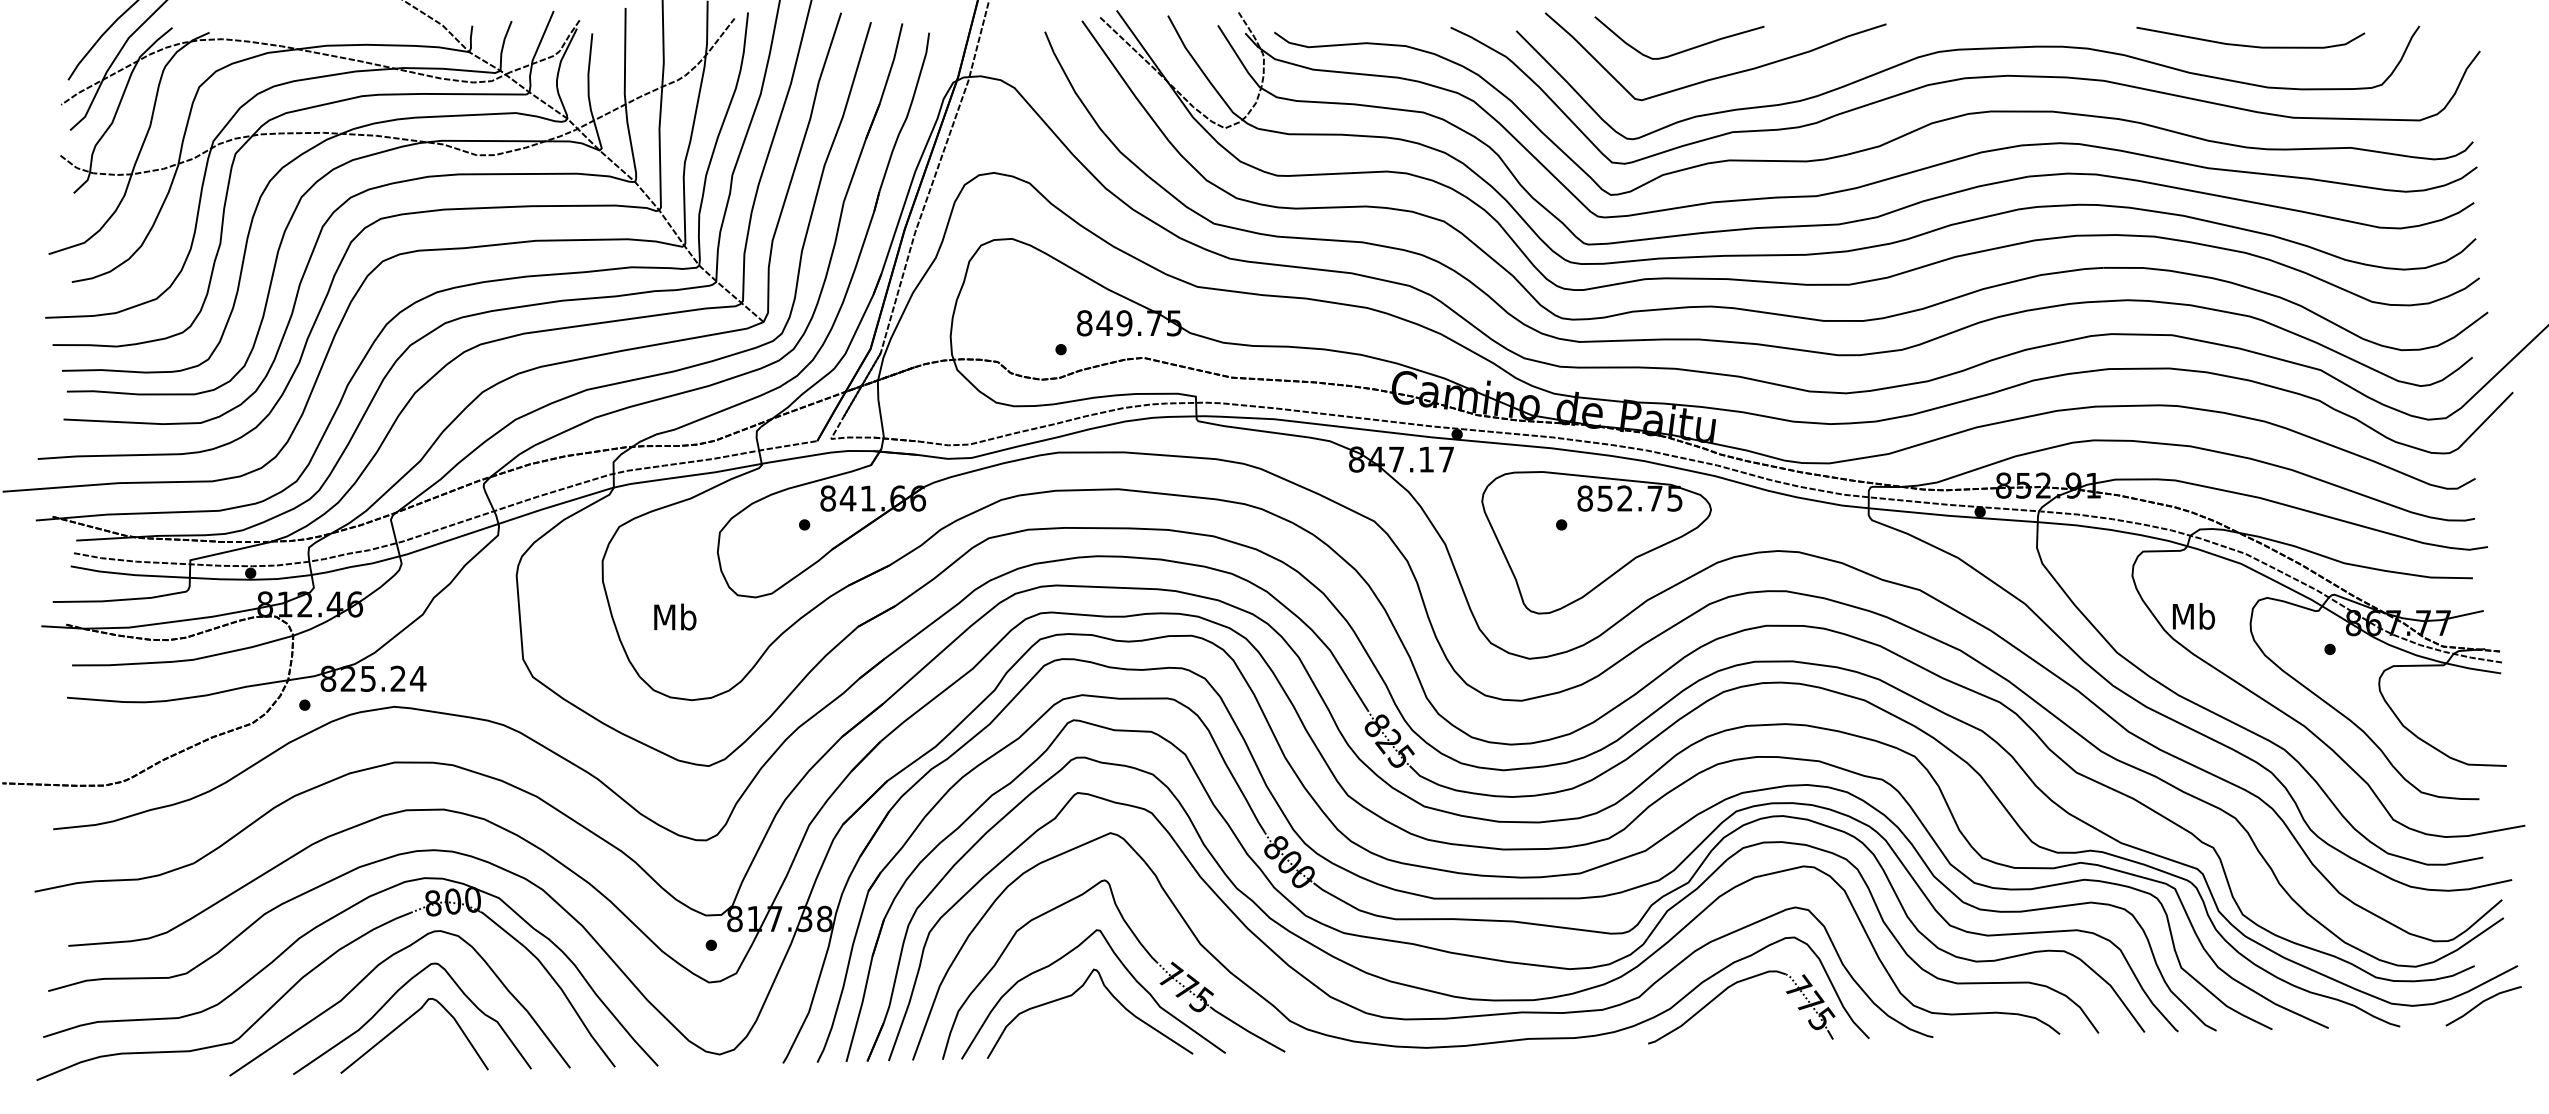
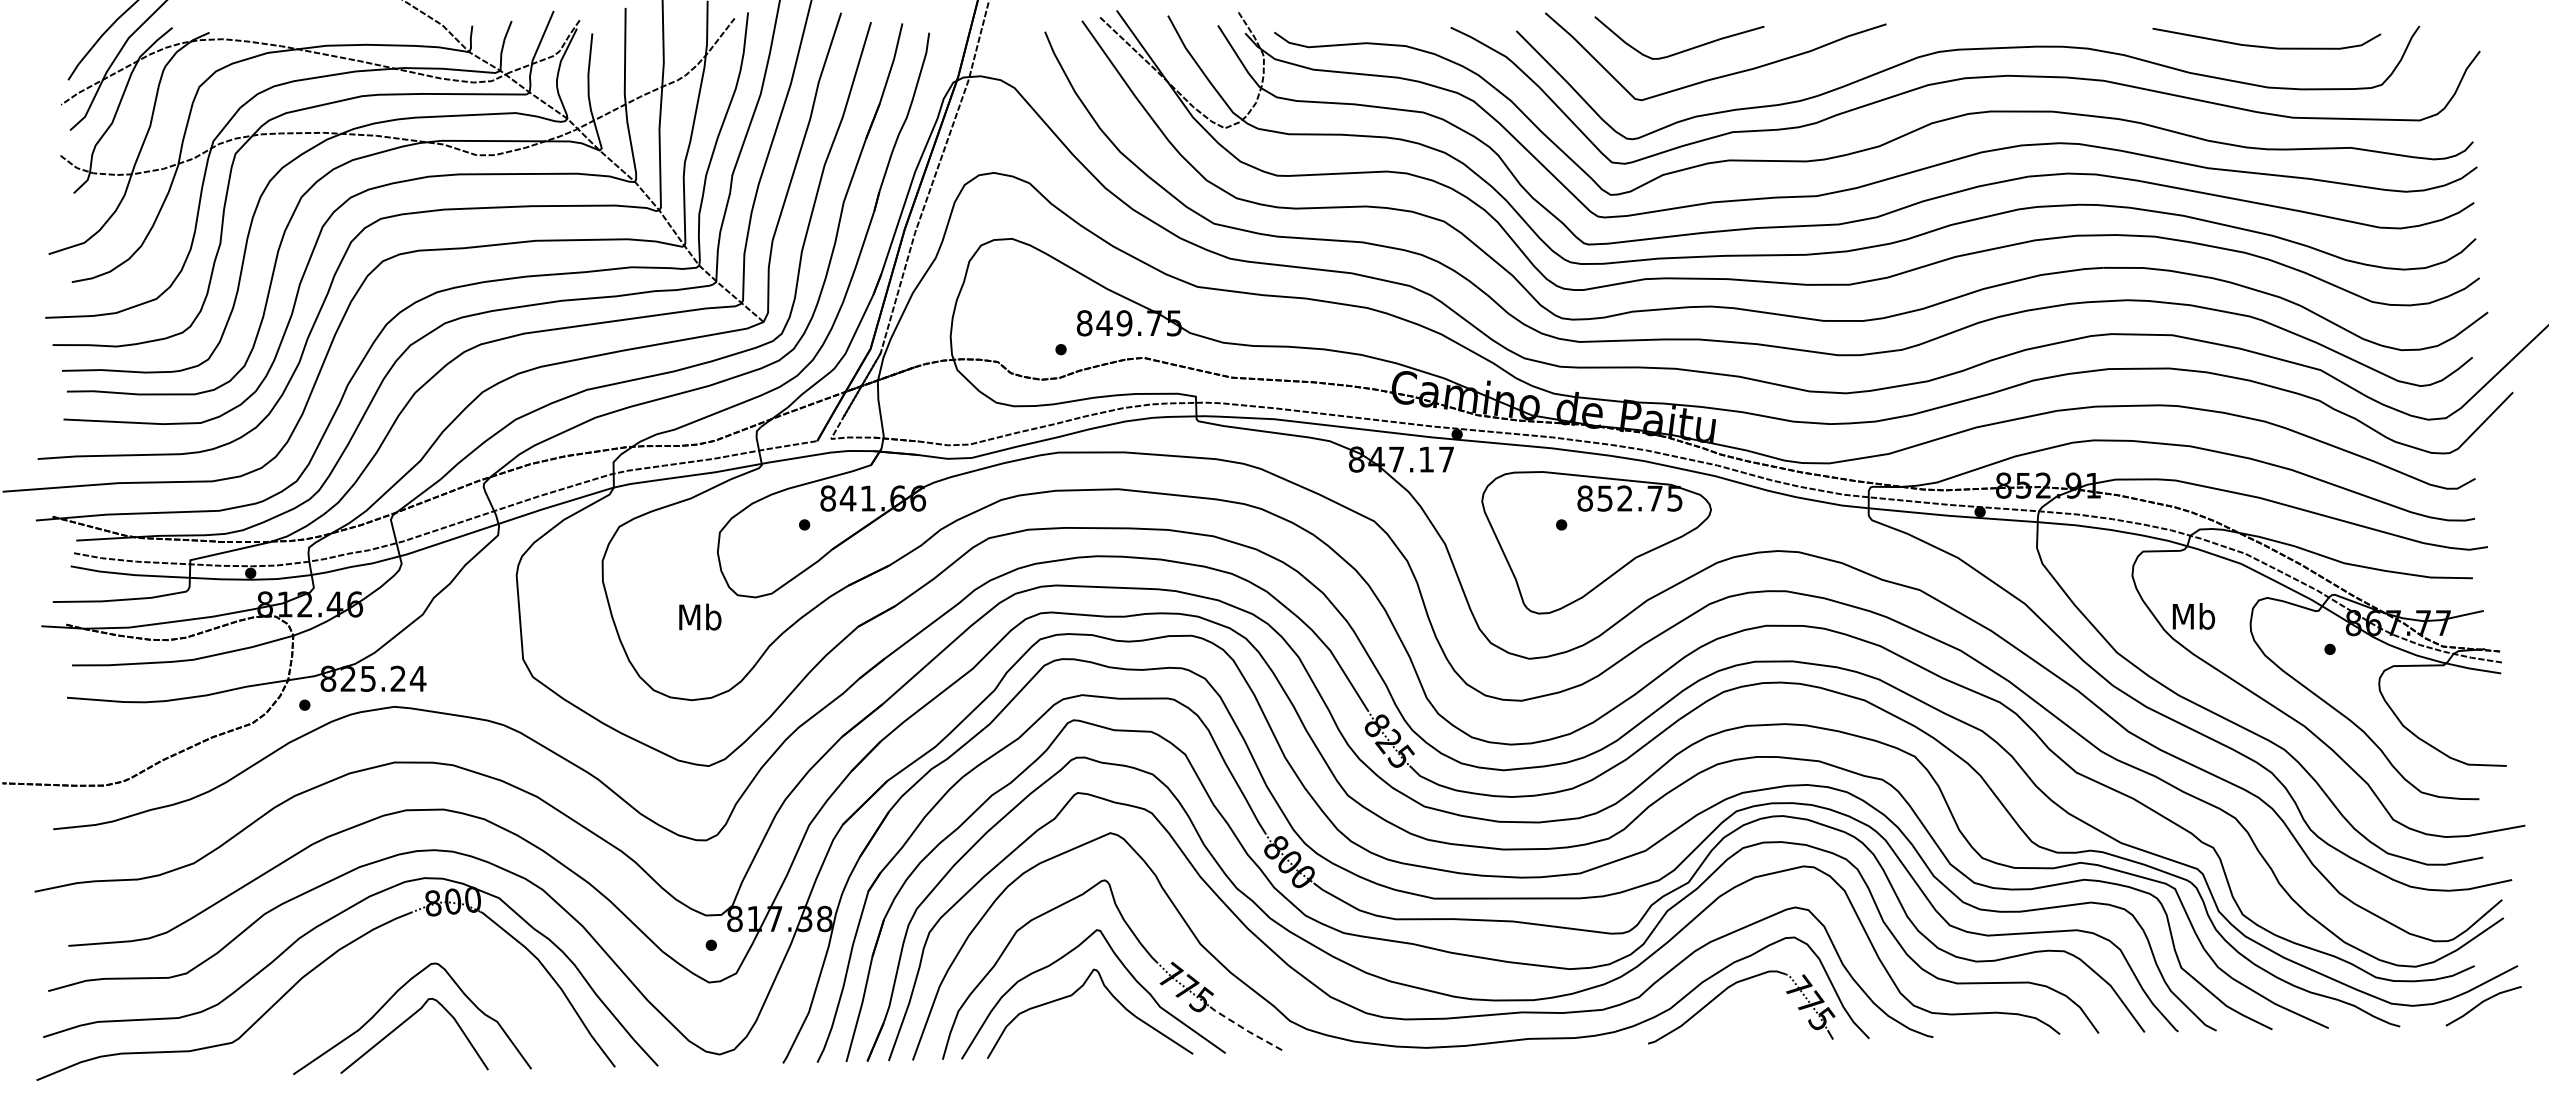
curve at (2250, 45) position: (2250, 45) -> (2266, 46)
text at (675, 616) position: (675, 616) -> (700, 616)
curve at (374, 970): present -> none
line at (1246, 1030): solid -> dashed
